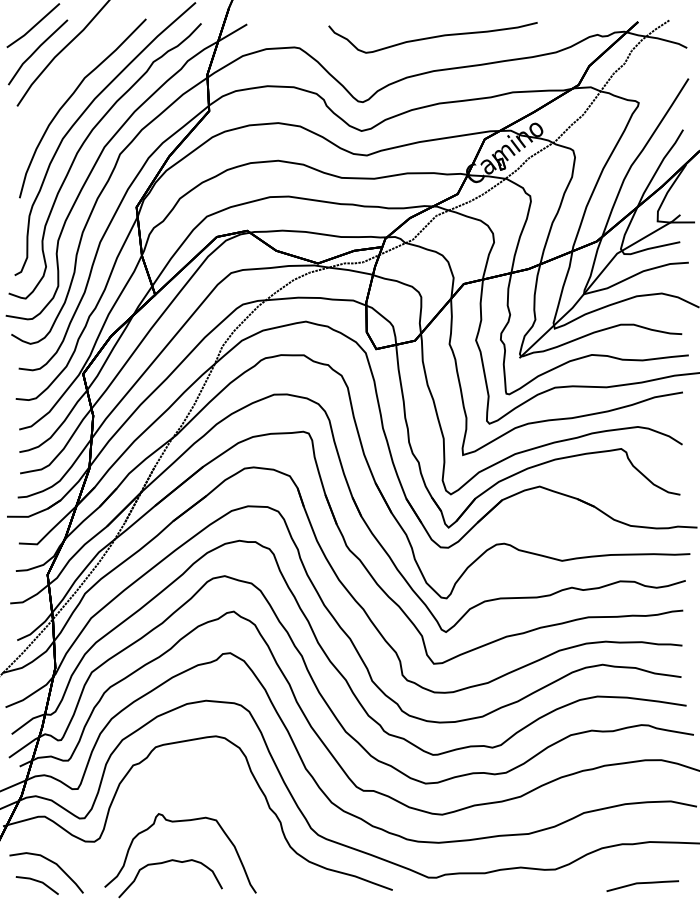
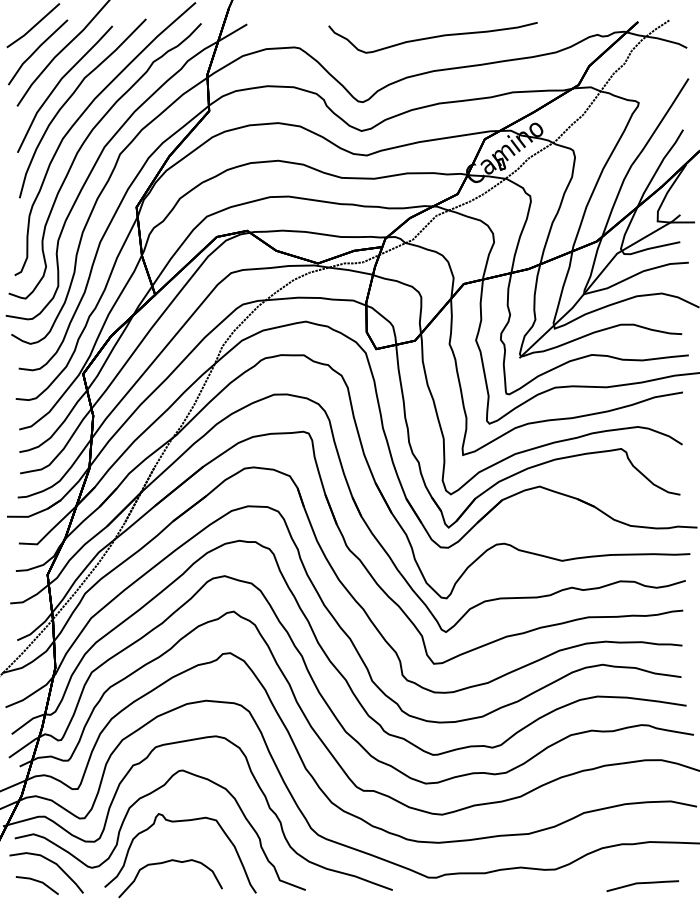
line at (60, 82): none -> present
part at (127, 815): none -> present
